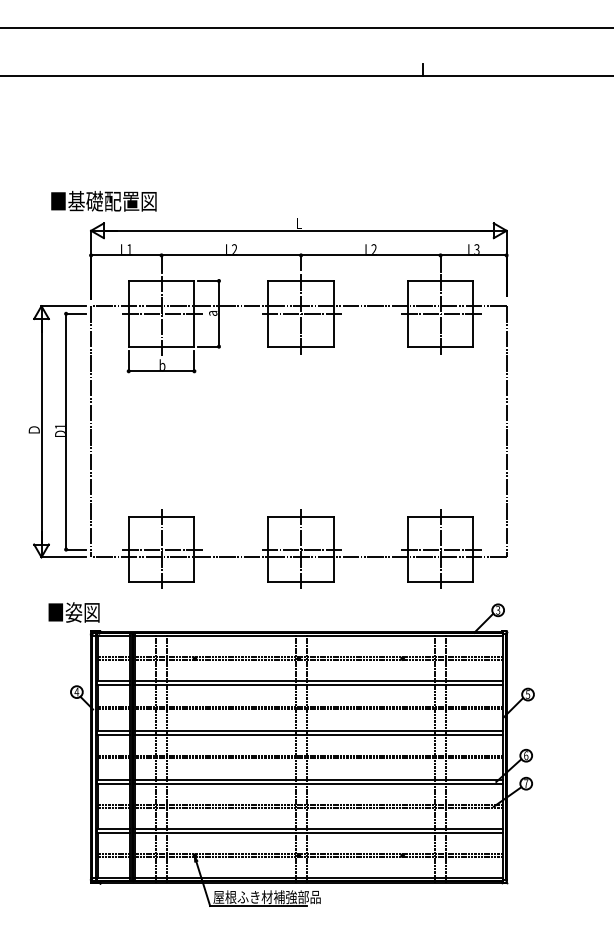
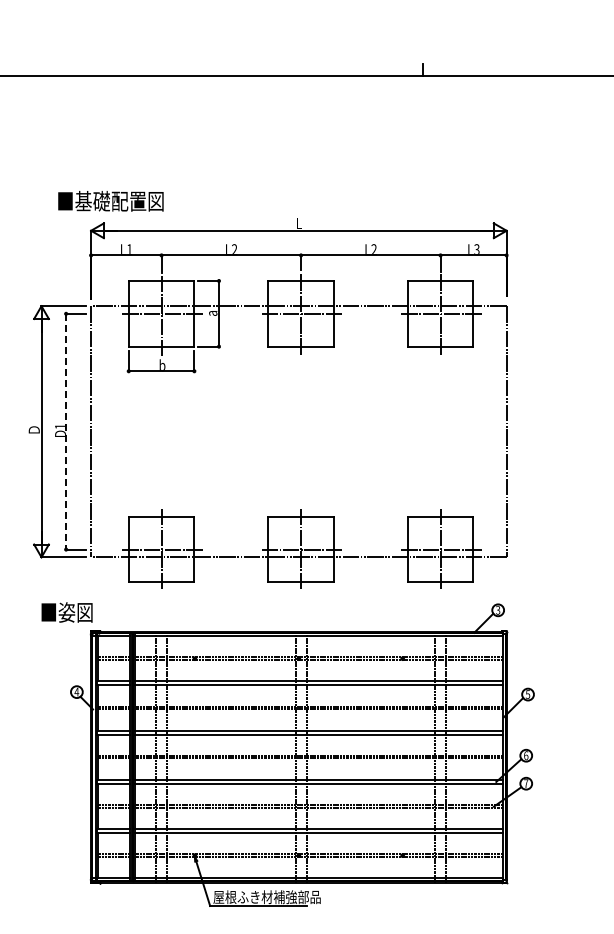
line at (306, 28): present -> none
text at (103, 201) position: (103, 201) -> (110, 201)
line at (66, 431): solid -> dashed
text at (73, 612) position: (73, 612) -> (66, 612)
